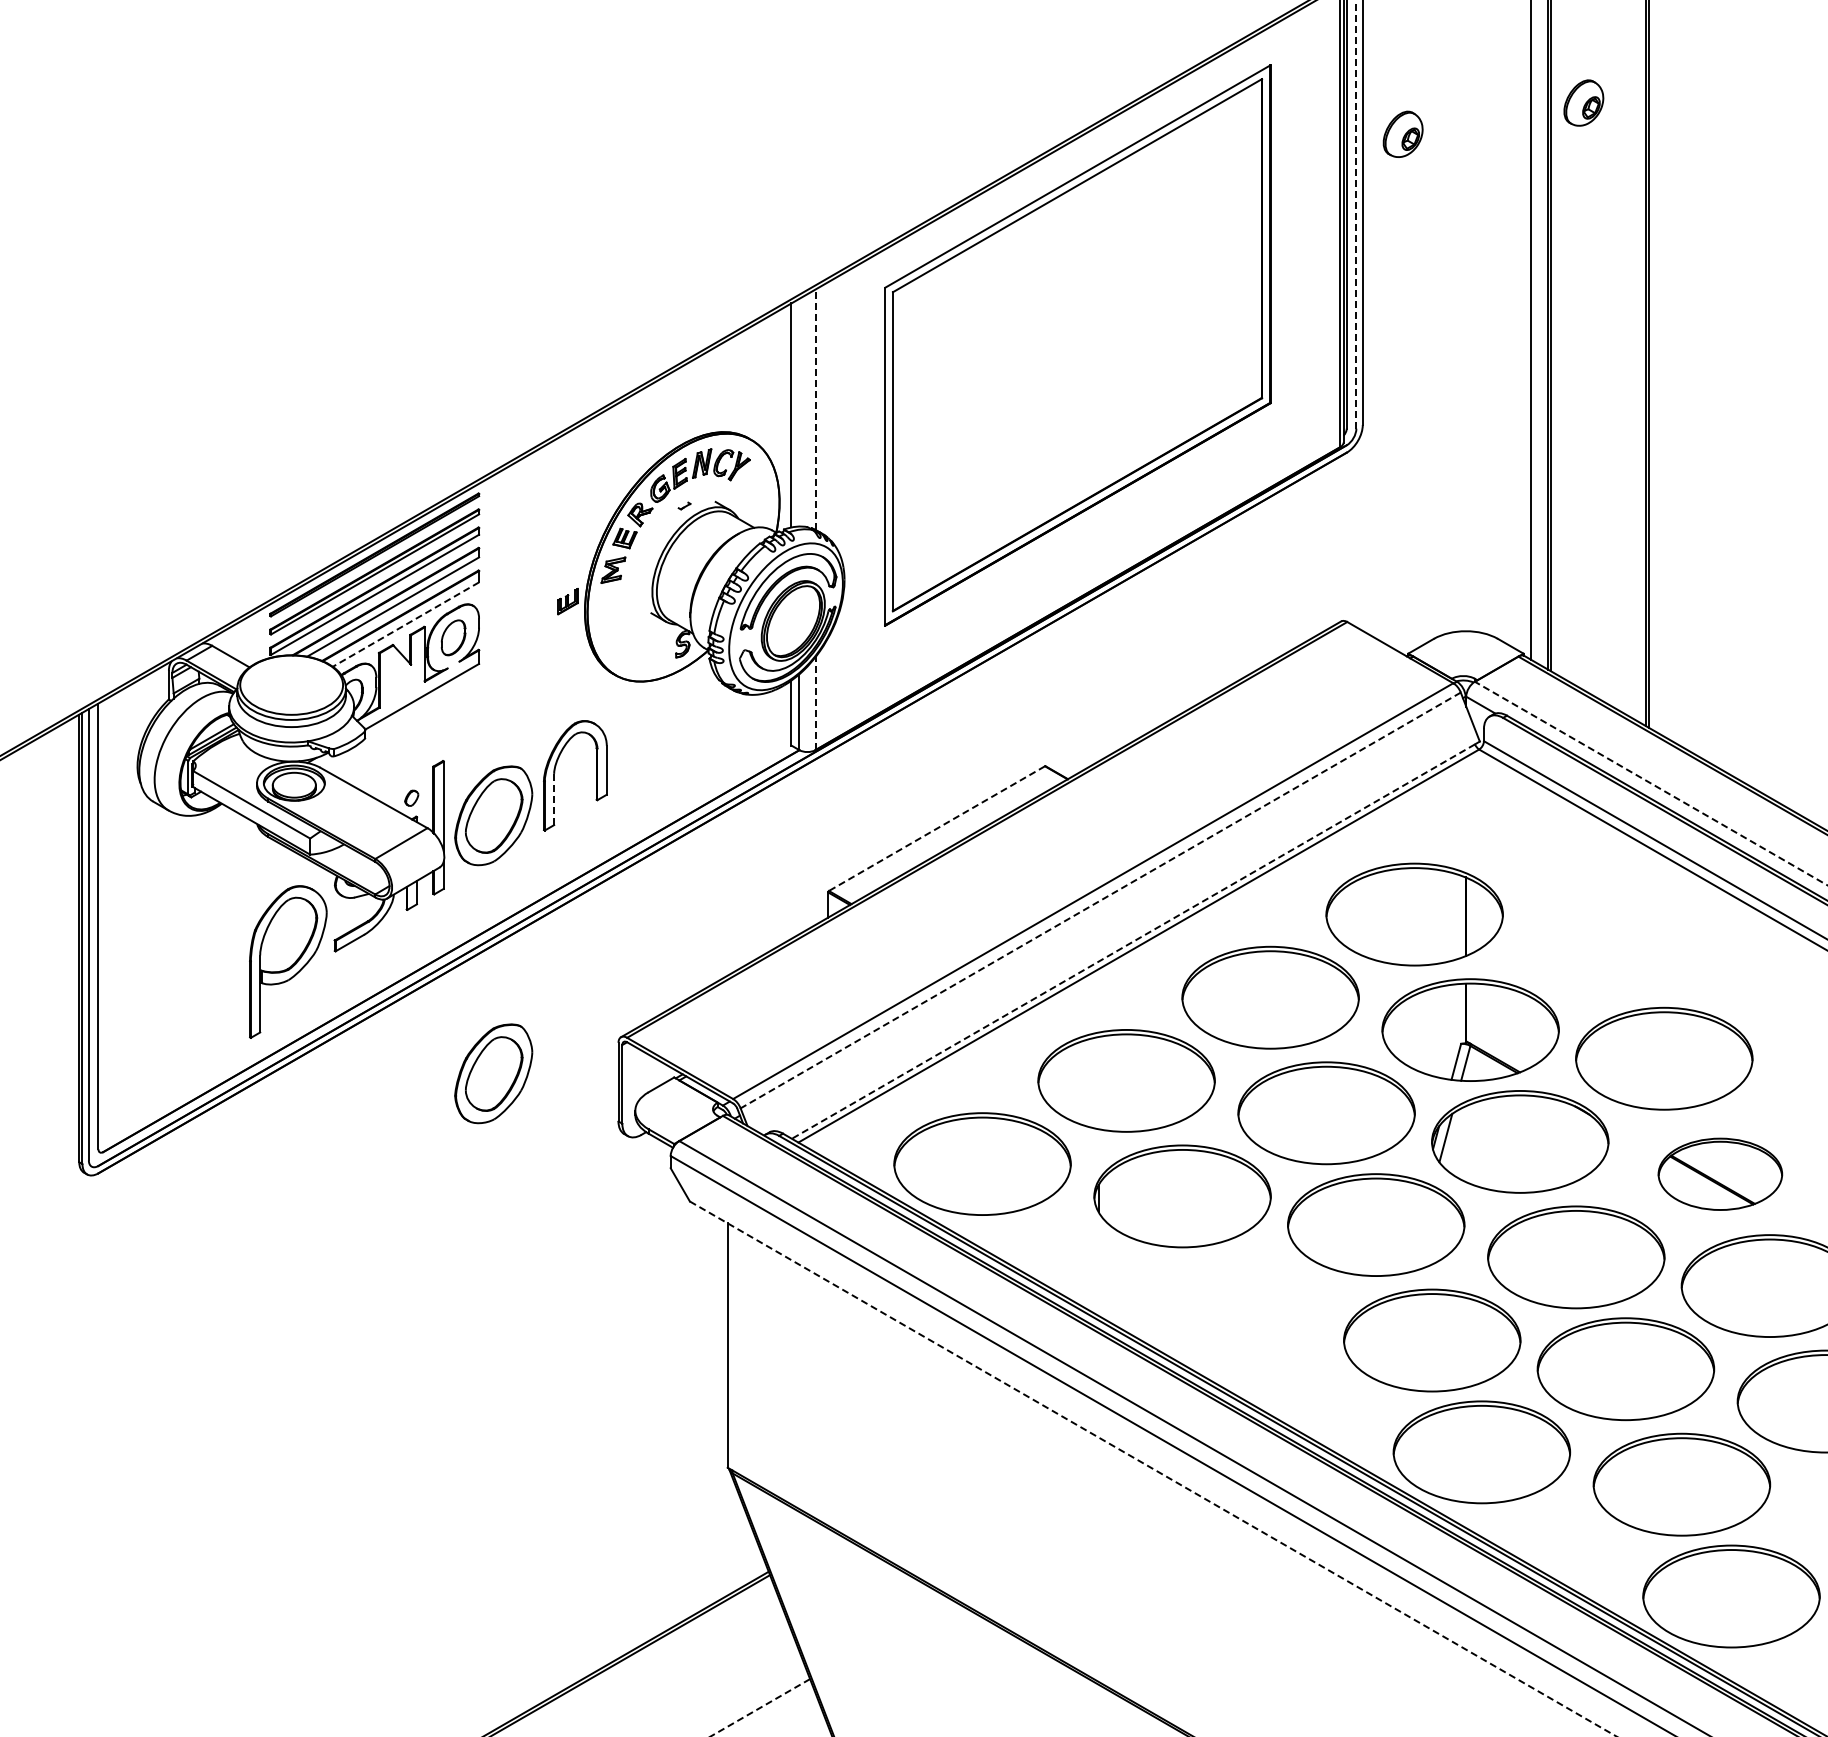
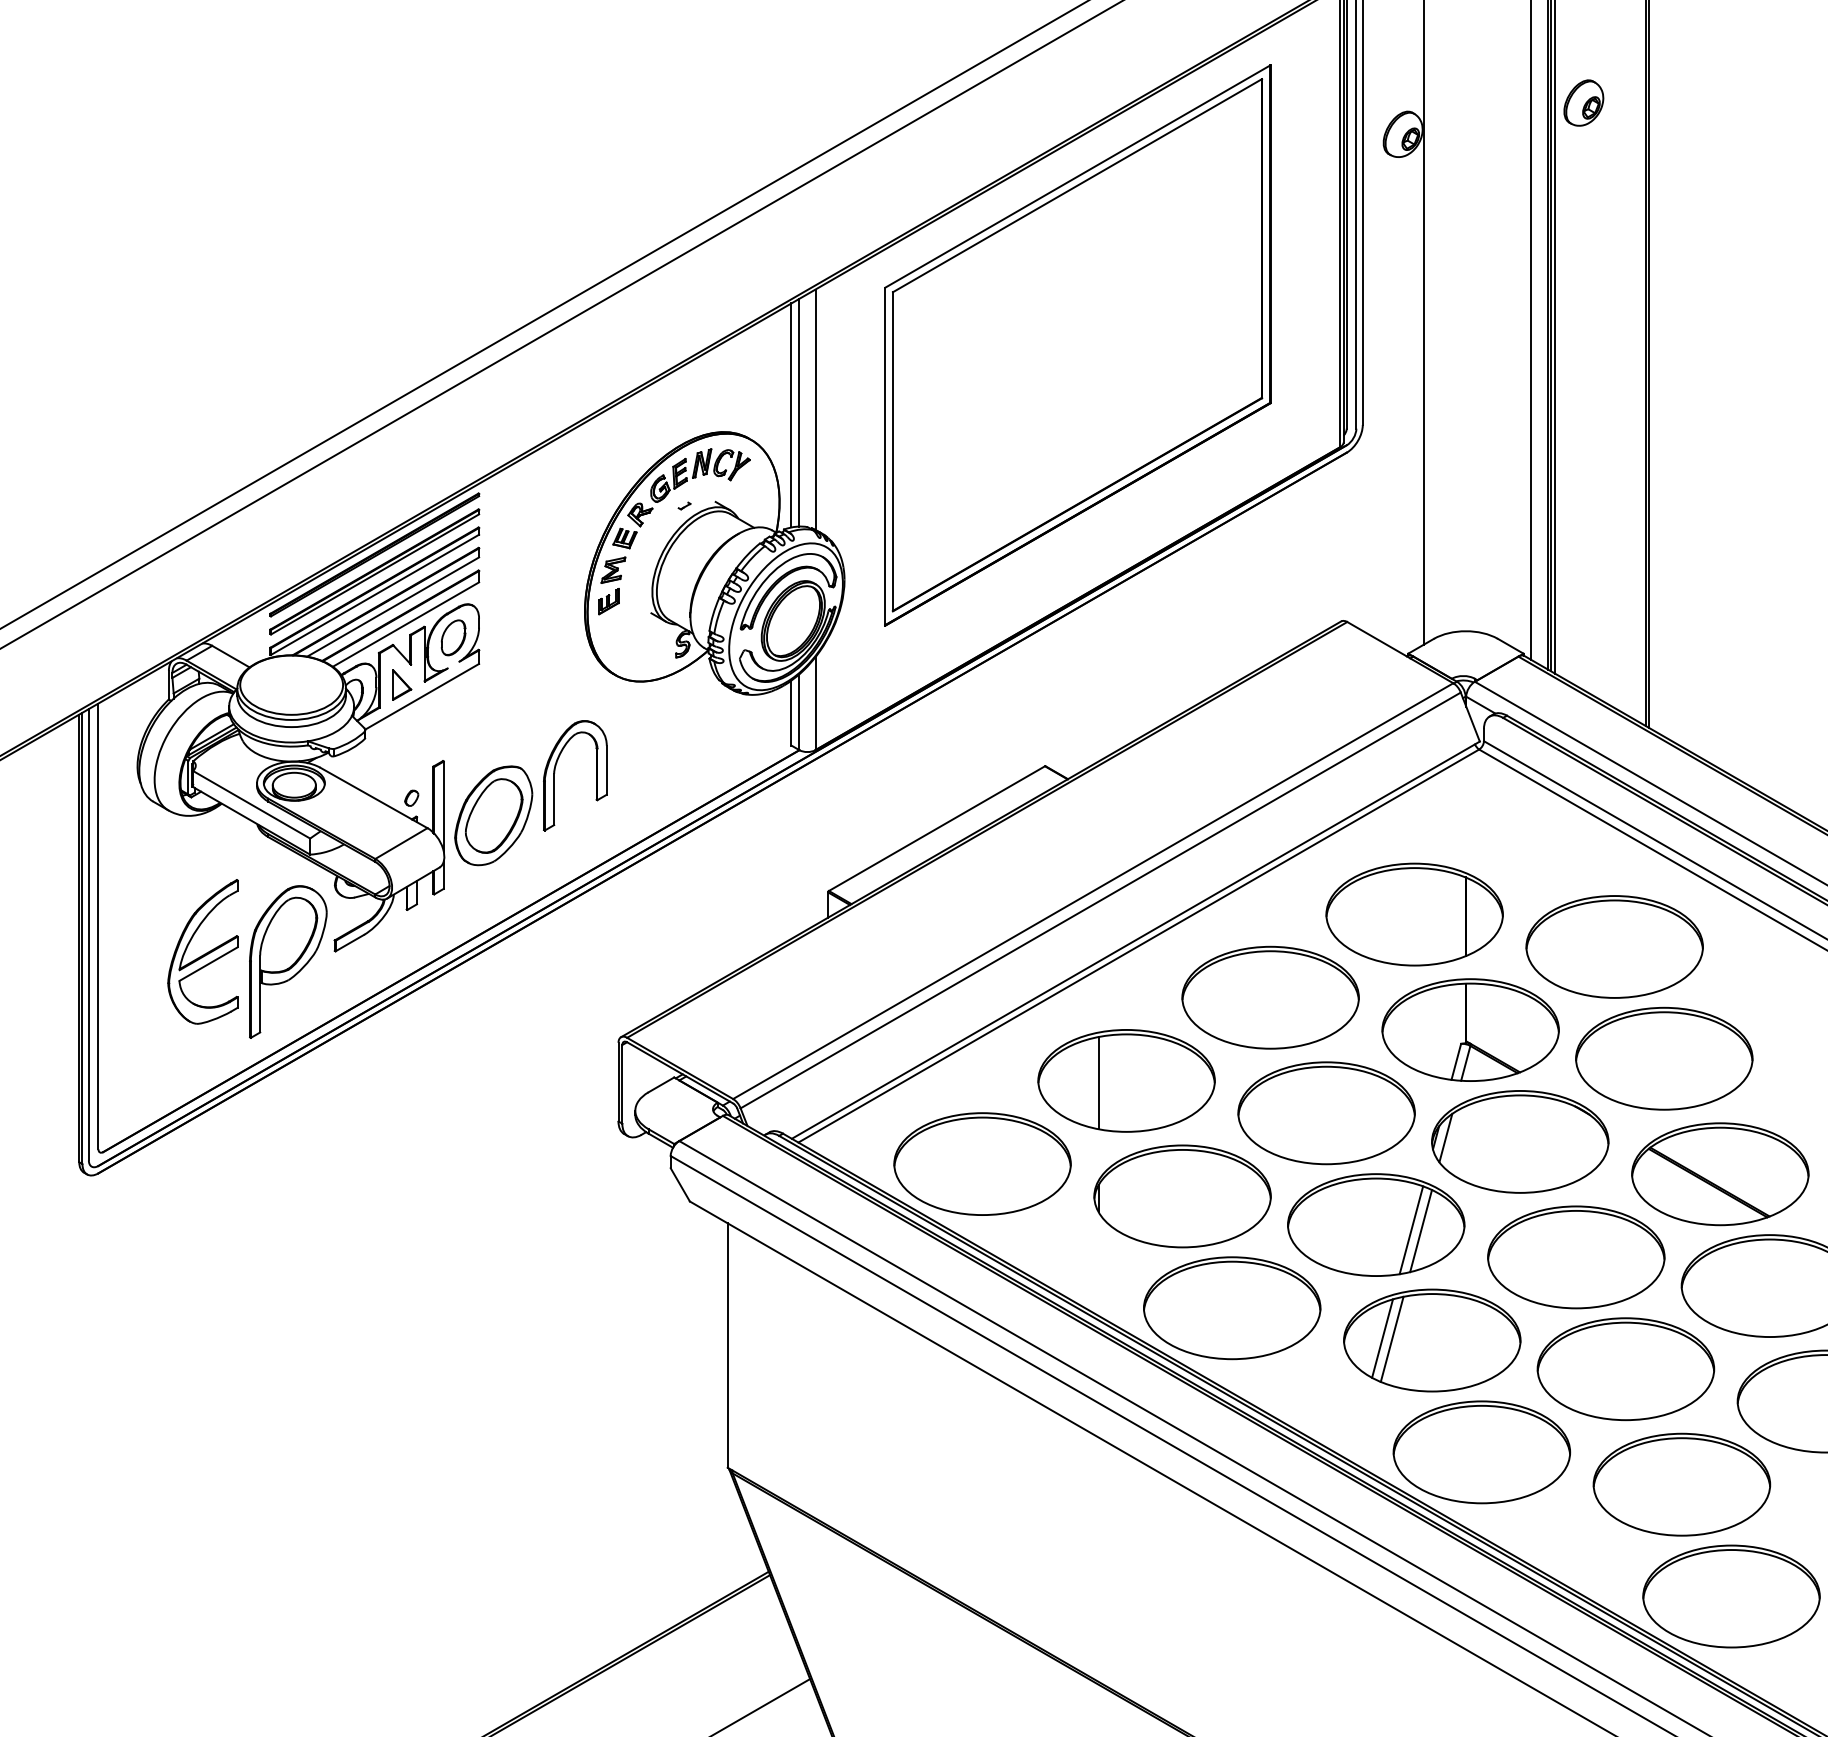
line at (1356, 213): dashed -> solid
line at (544, 314): none -> present
line at (1423, 323): none -> present
line at (561, 324): none -> present
line at (1555, 337): none -> present
line at (815, 409): dashed -> solid
line at (799, 412): none -> present
part at (567, 601) position: (567, 601) -> (608, 601)
line at (405, 624): dashed -> solid
part at (402, 684): none -> present
line at (815, 703): dashed -> solid
line at (1650, 783): dashed -> solid
line at (554, 799): dashed -> solid
line at (936, 828): dashed -> solid
line at (1100, 900): dashed -> solid
line at (1132, 941): dashed -> solid
part at (1614, 946): none -> present
part at (202, 951): none -> present
part at (493, 1073): present -> none
line at (1098, 1083): none -> present
part at (1720, 1173) size: 127x74 px -> 179x105 px
line at (1411, 1230): none -> present
line at (1421, 1231): none -> present
part at (1232, 1308): none -> present
line at (1382, 1338): none -> present
line at (1391, 1338): none -> present
line at (1153, 1469): dashed -> solid
line at (759, 1708): dashed -> solid
